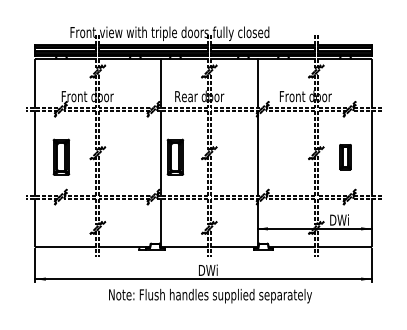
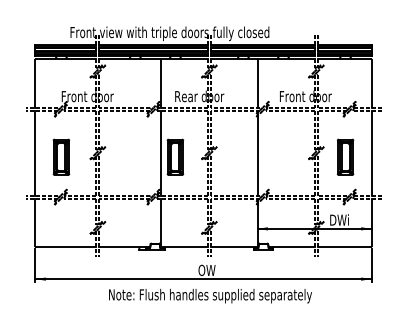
part at (345, 157) size: 13x27 px -> 19x38 px
text at (207, 269): DWi -> OW
